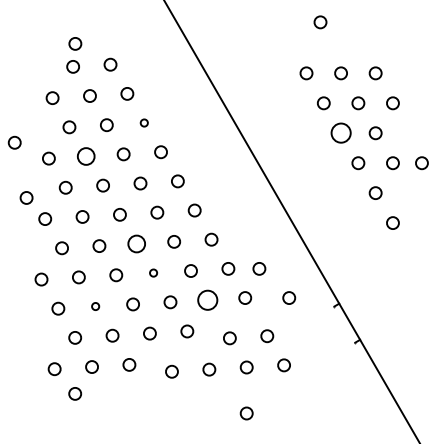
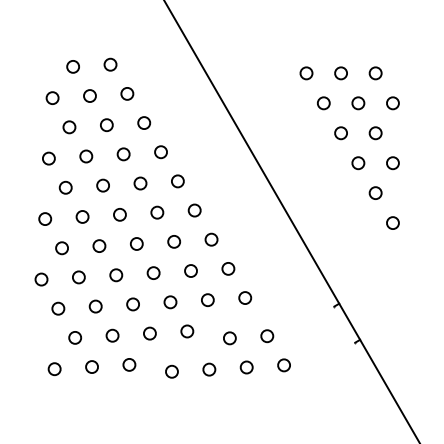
circle at (320, 22): present -> none
circle at (75, 43): present -> none
circle at (143, 122) size: 10x10 px -> 15x14 px
circle at (340, 132) size: 22x22 px -> 14x15 px
circle at (14, 142): present -> none
circle at (86, 156) size: 19x19 px -> 15x15 px
circle at (421, 163): present -> none
circle at (26, 197): present -> none
circle at (136, 243) size: 19x20 px -> 14x14 px
circle at (259, 268): present -> none
circle at (153, 272) size: 9x10 px -> 15x14 px
circle at (289, 297): present -> none
circle at (207, 299) size: 22x22 px -> 14x14 px
circle at (95, 306) size: 10x9 px -> 15x15 px
circle at (74, 393): present -> none
circle at (246, 413): present -> none
